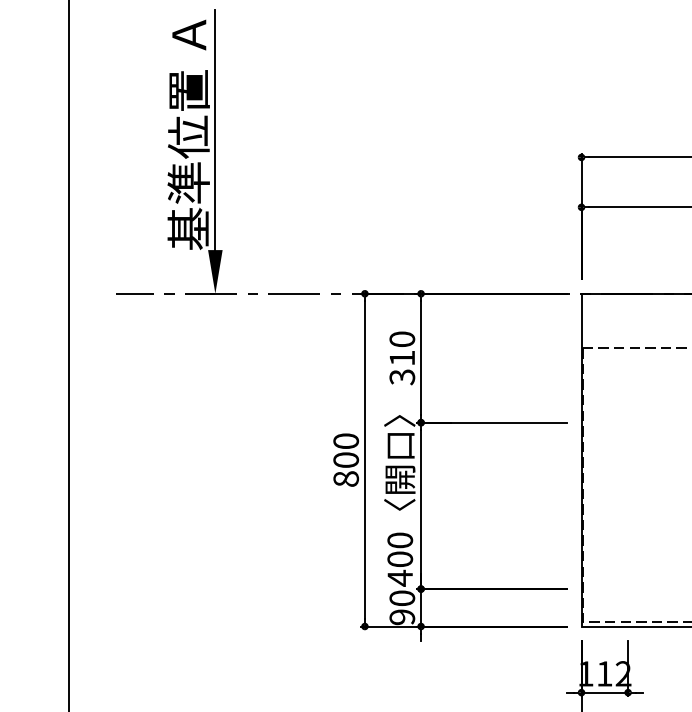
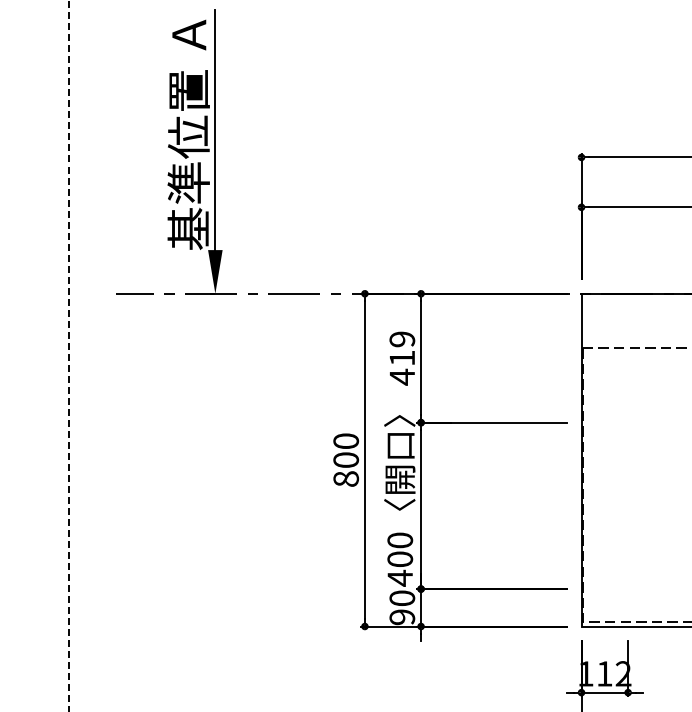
line at (68, 356): solid -> dashed
text at (402, 358): 310 -> 419
